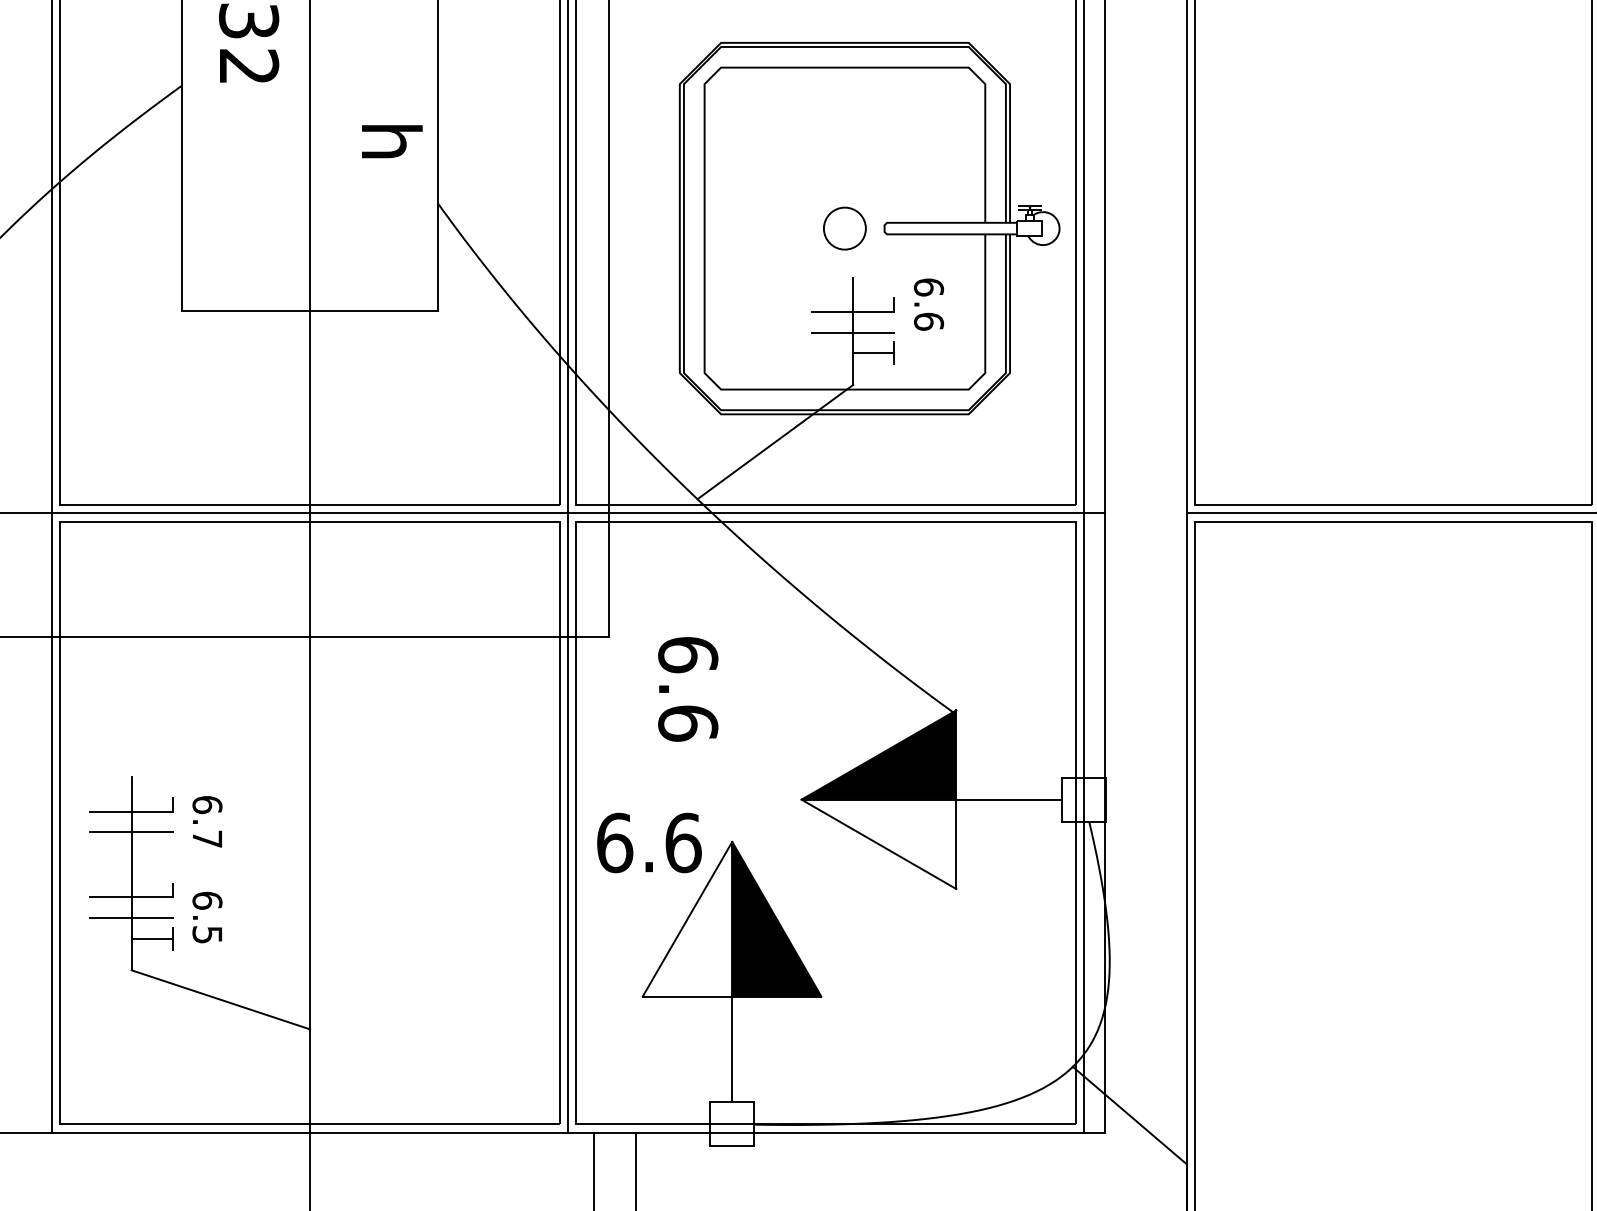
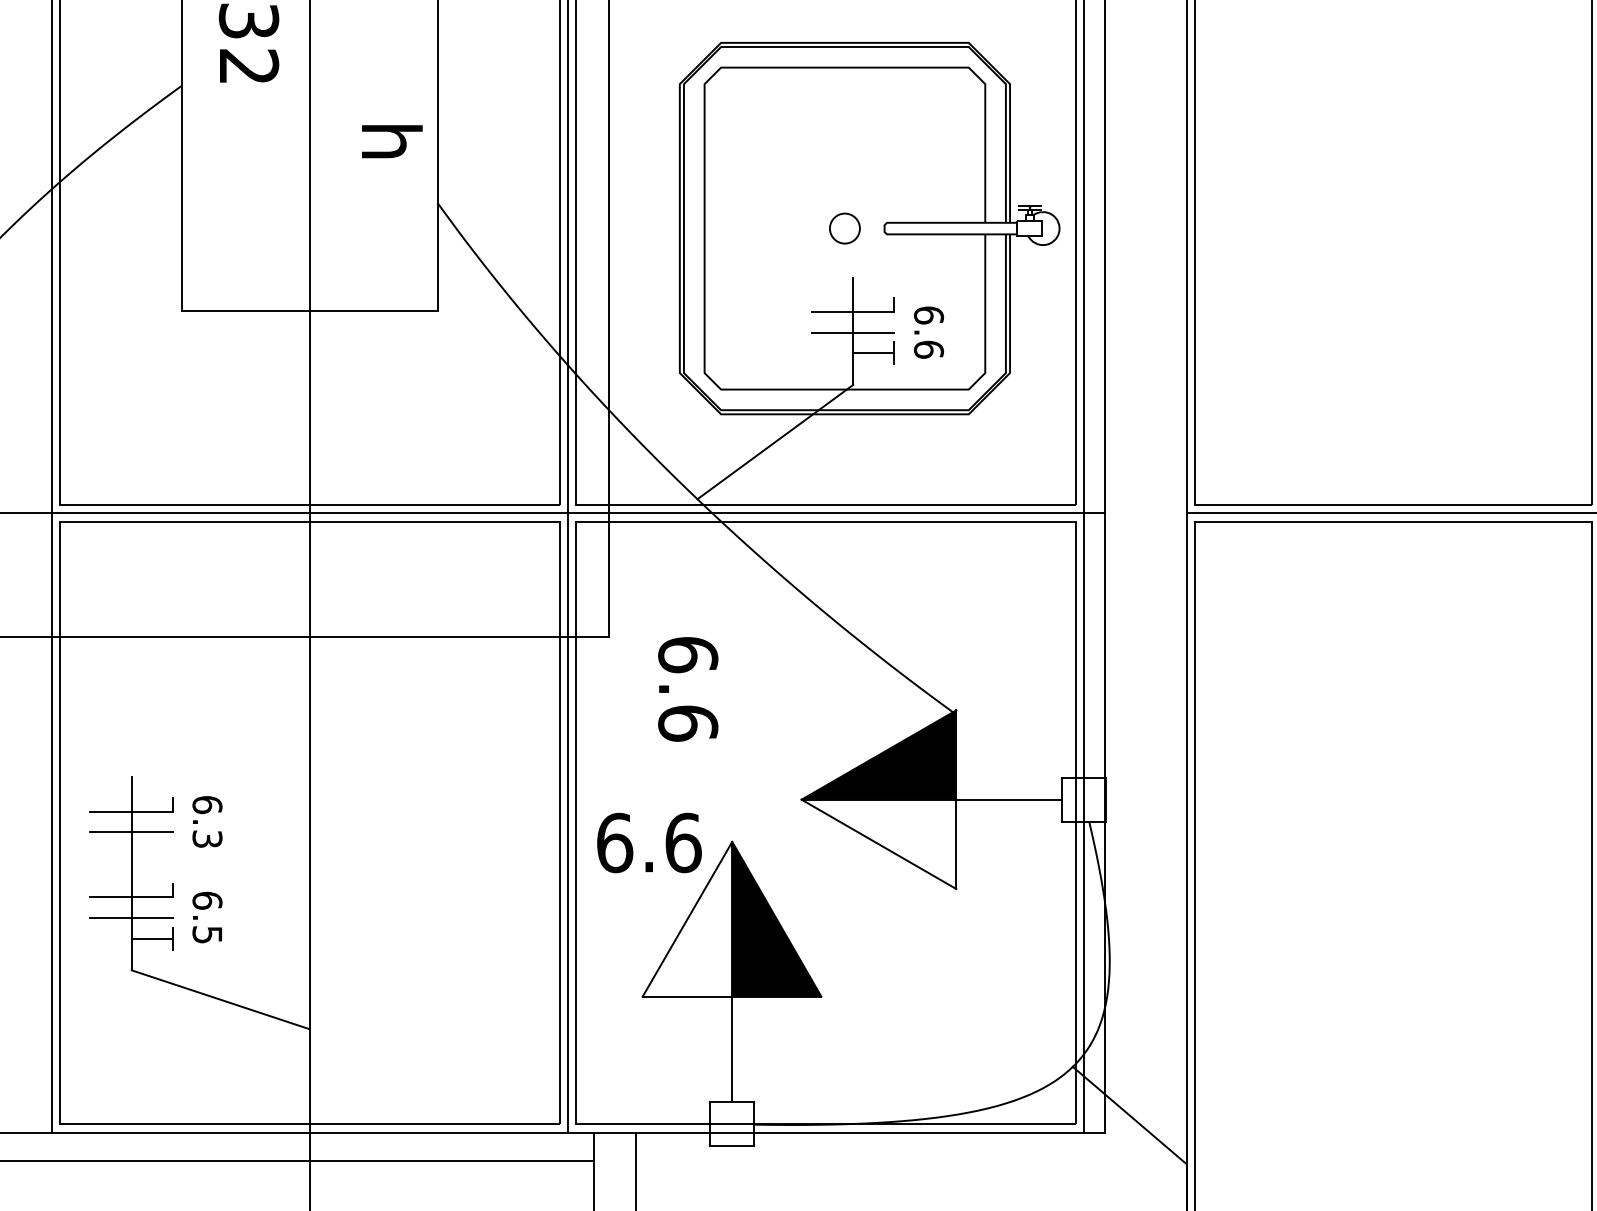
circle at (844, 228) size: 44x45 px -> 32x33 px
text at (928, 304) position: (928, 304) -> (928, 332)
text at (207, 838): 6.7 -> 6.3
line at (298, 1161): none -> present
